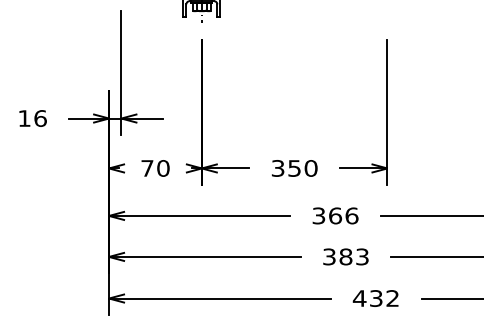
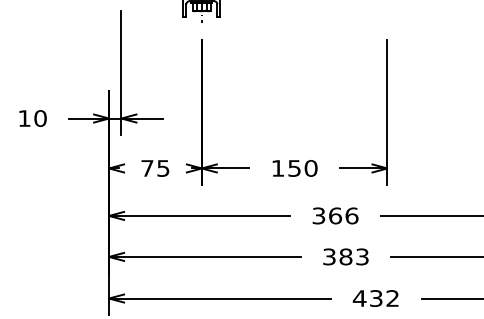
text at (40, 118): 16 -> 10
text at (163, 168): 70 -> 75
text at (277, 168): 350 -> 150
